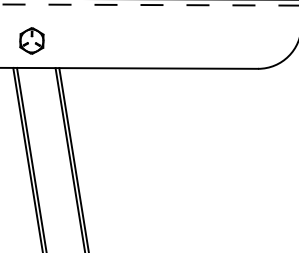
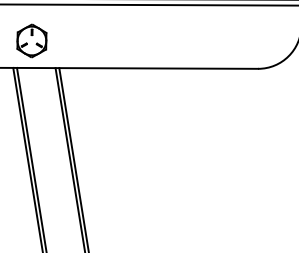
line at (149, 5): dashed -> solid
part at (31, 40) size: 26x28 px -> 32x36 px
